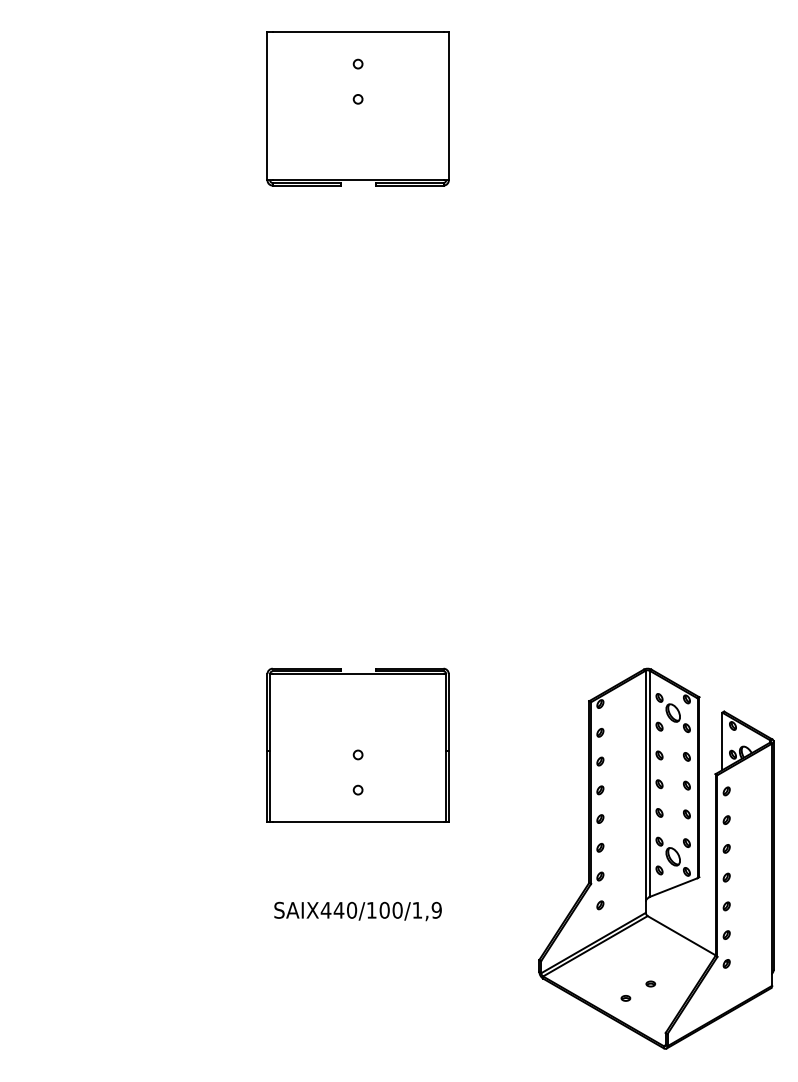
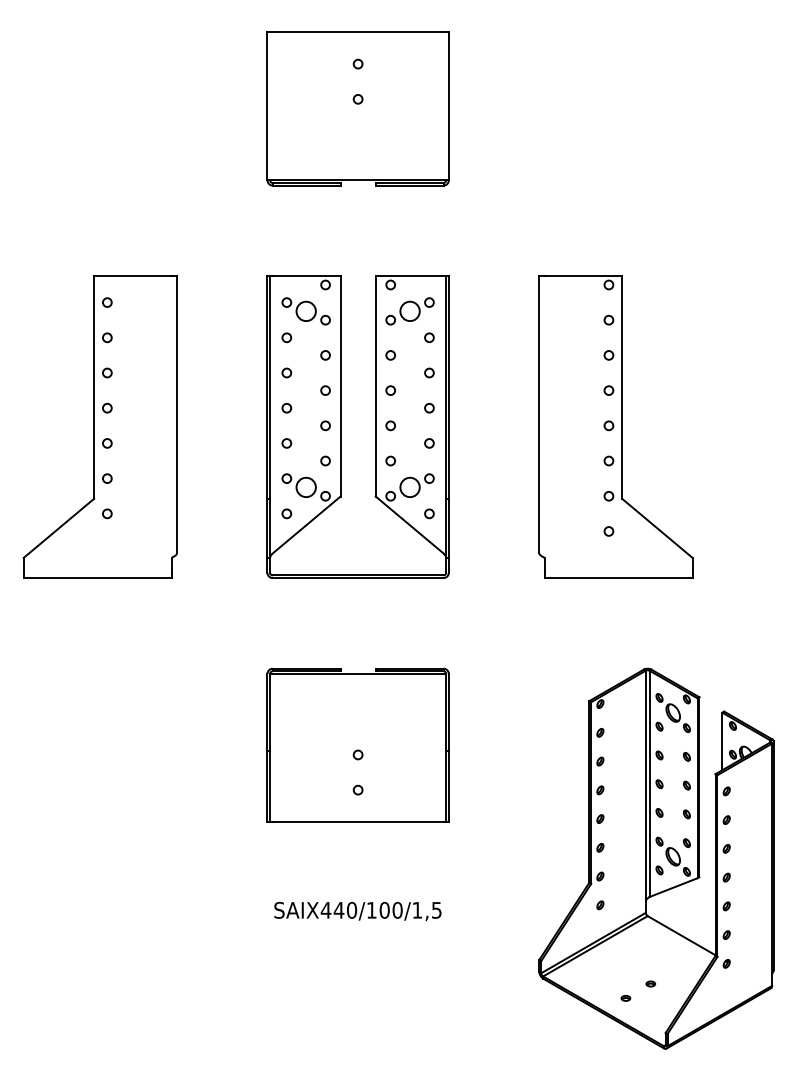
part at (99, 426): none -> present
part at (341, 426): none -> present
part at (615, 426): none -> present
text at (436, 909): SAIX440/100/1,9 -> SAIX440/100/1,5
